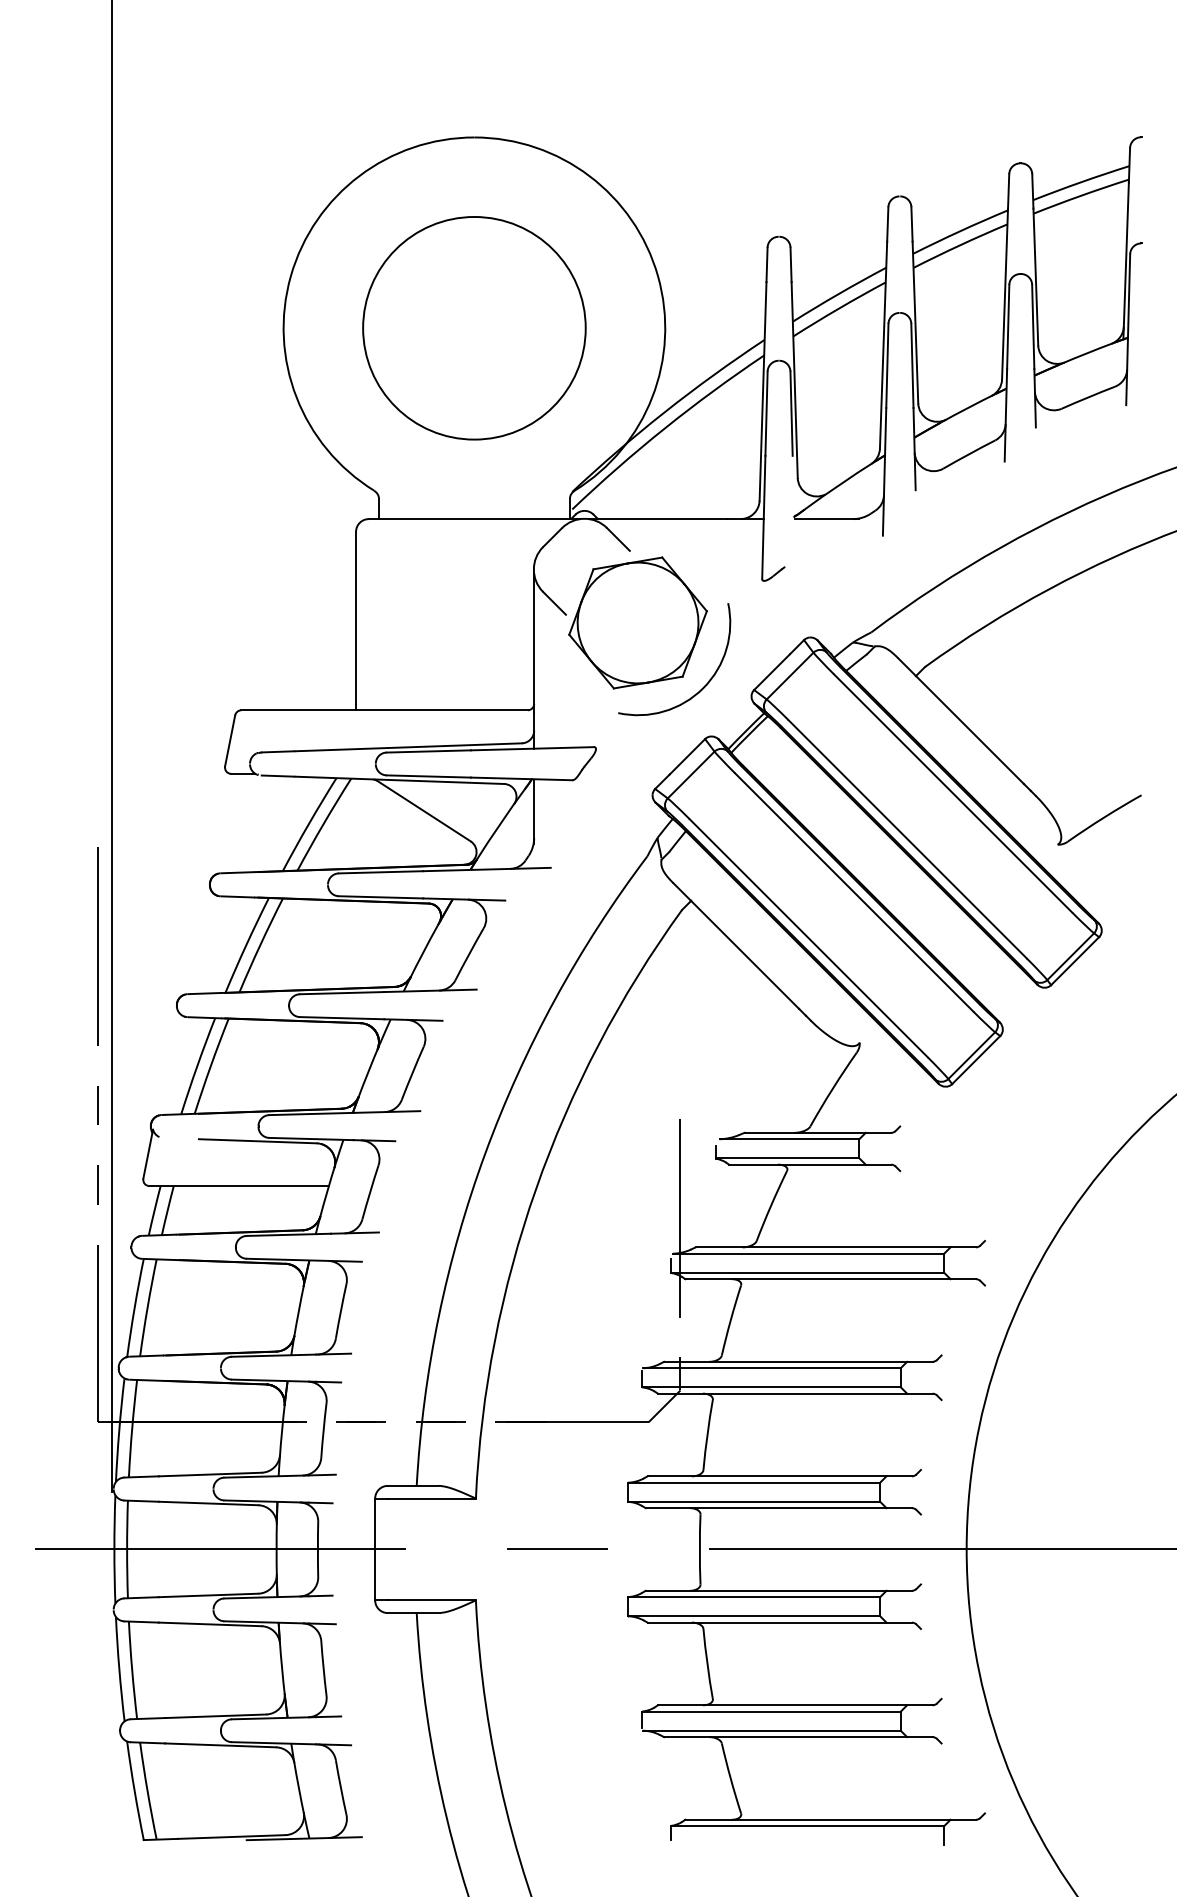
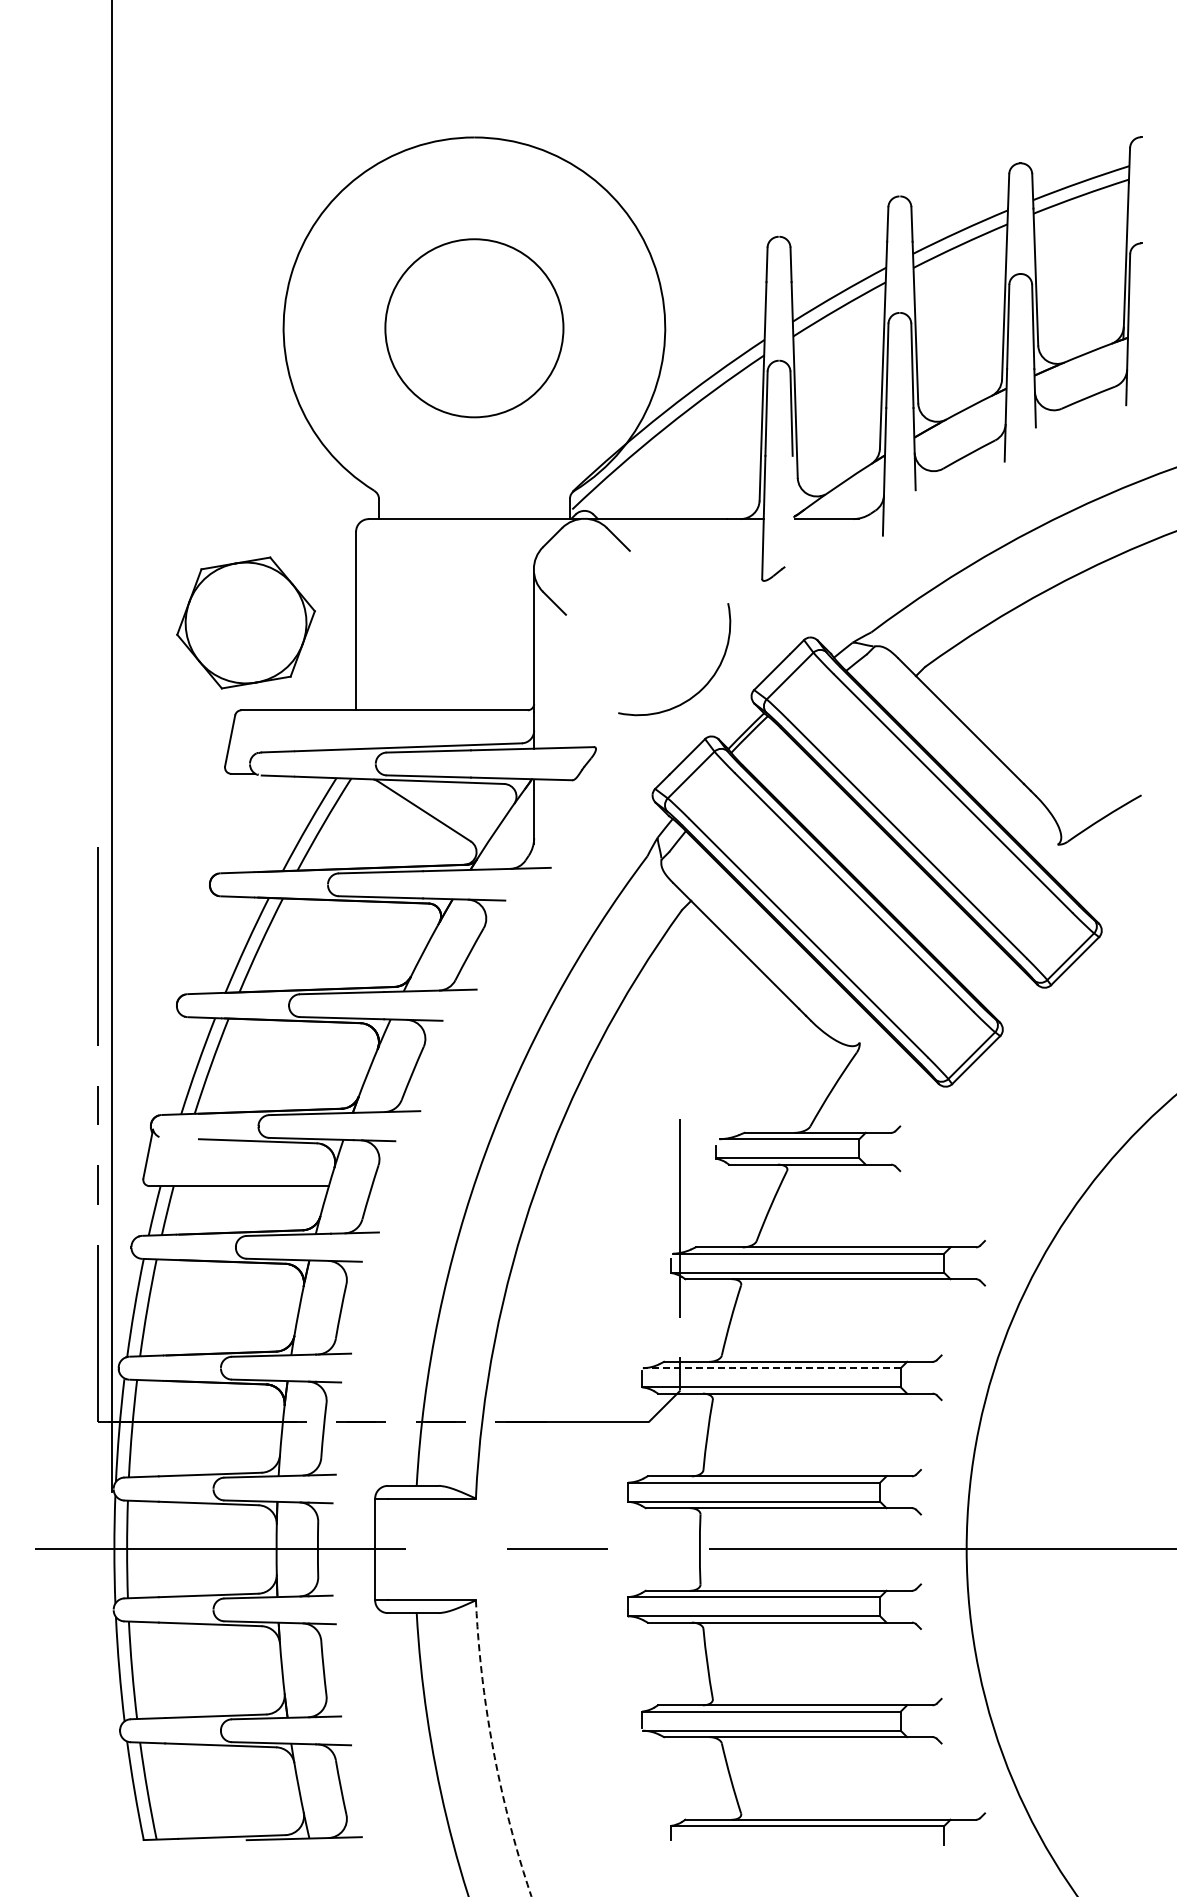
circle at (474, 327) diameter: 223 px -> 178 px
part at (637, 622) position: (637, 622) -> (245, 622)
line at (771, 1368): solid -> dashed
arc at (493, 1751): solid -> dashed
